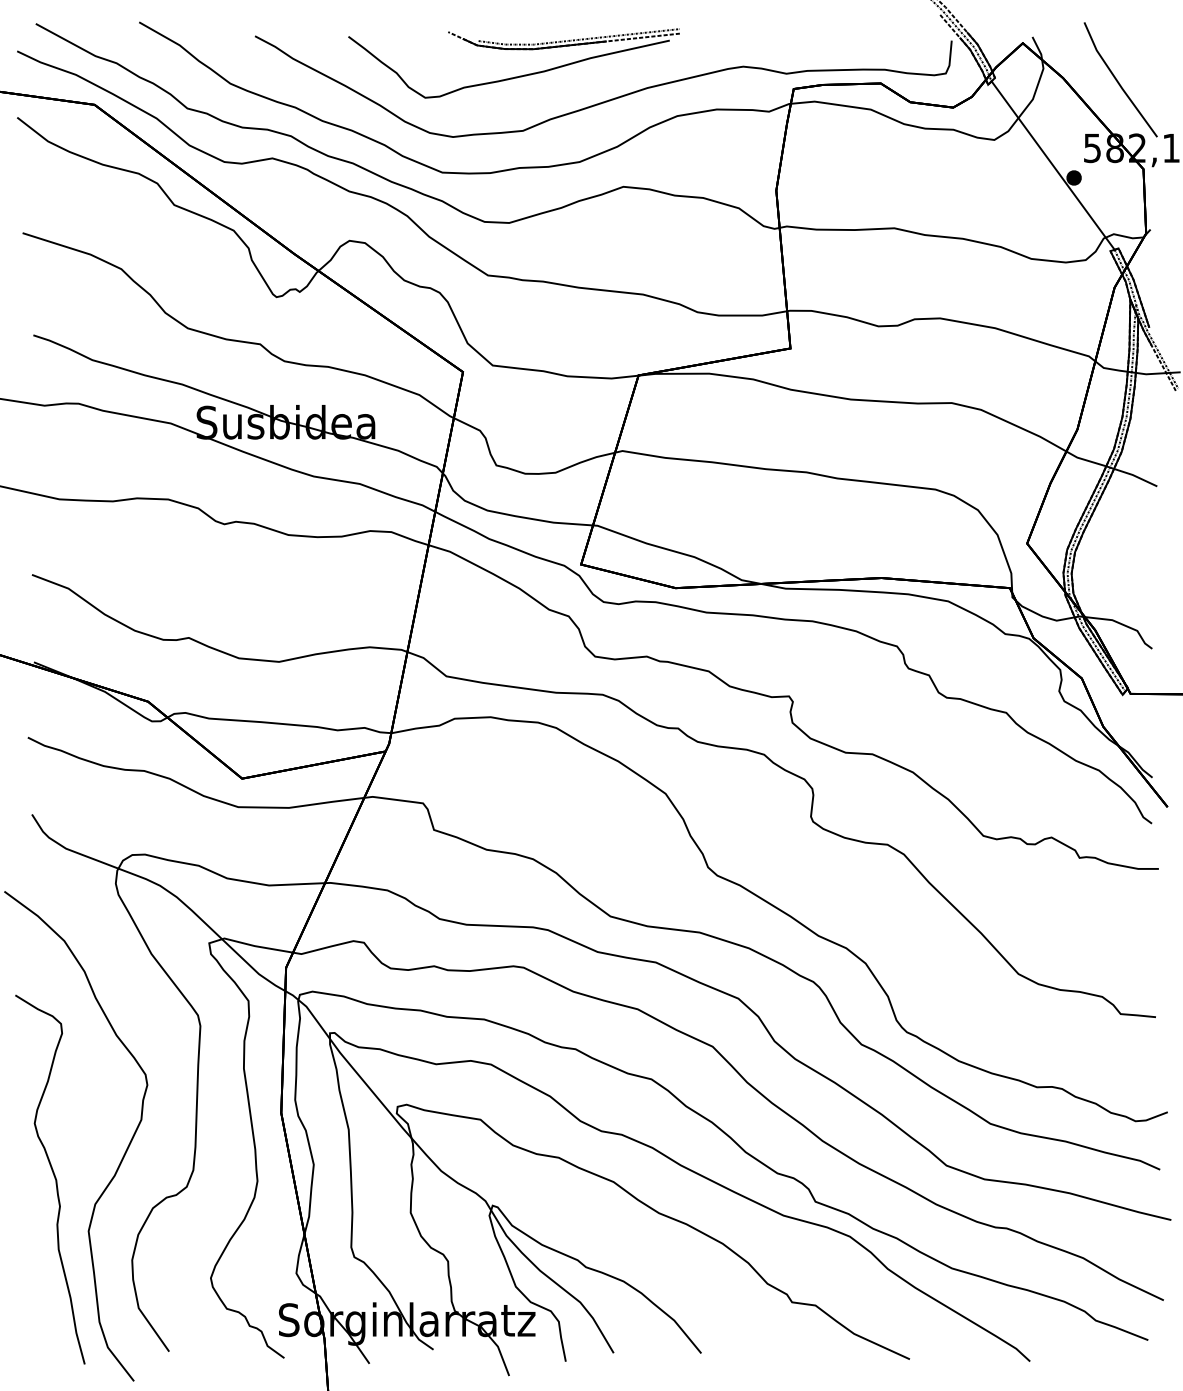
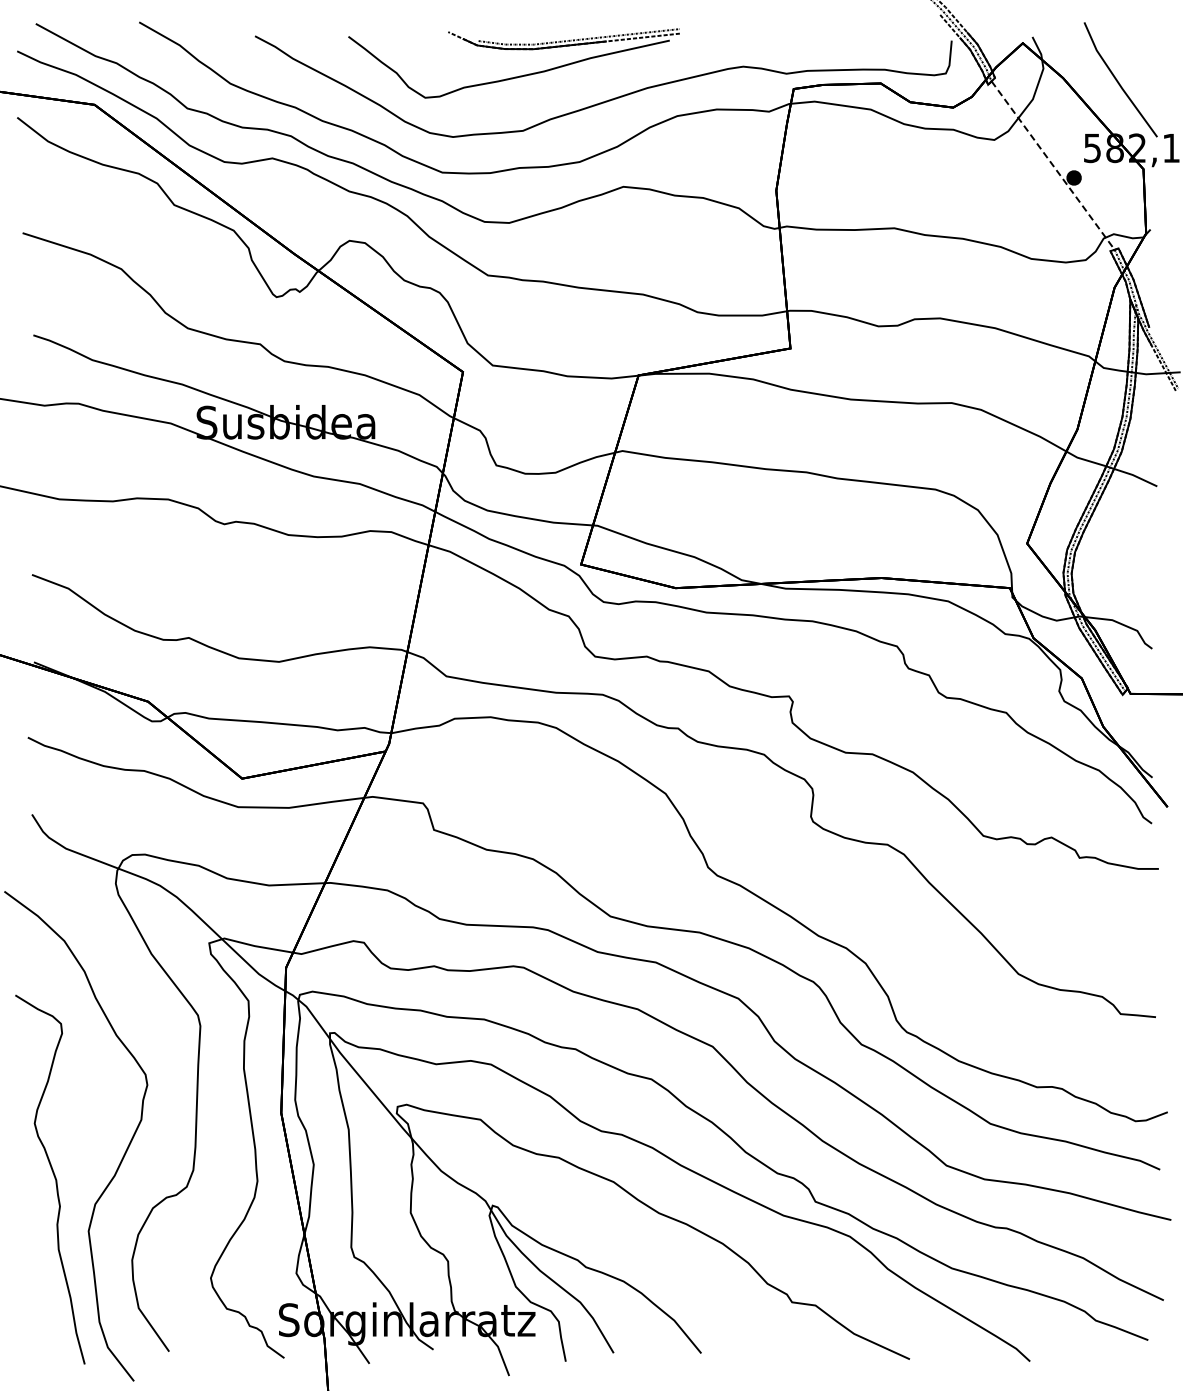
line at (1053, 165): solid -> dashed
